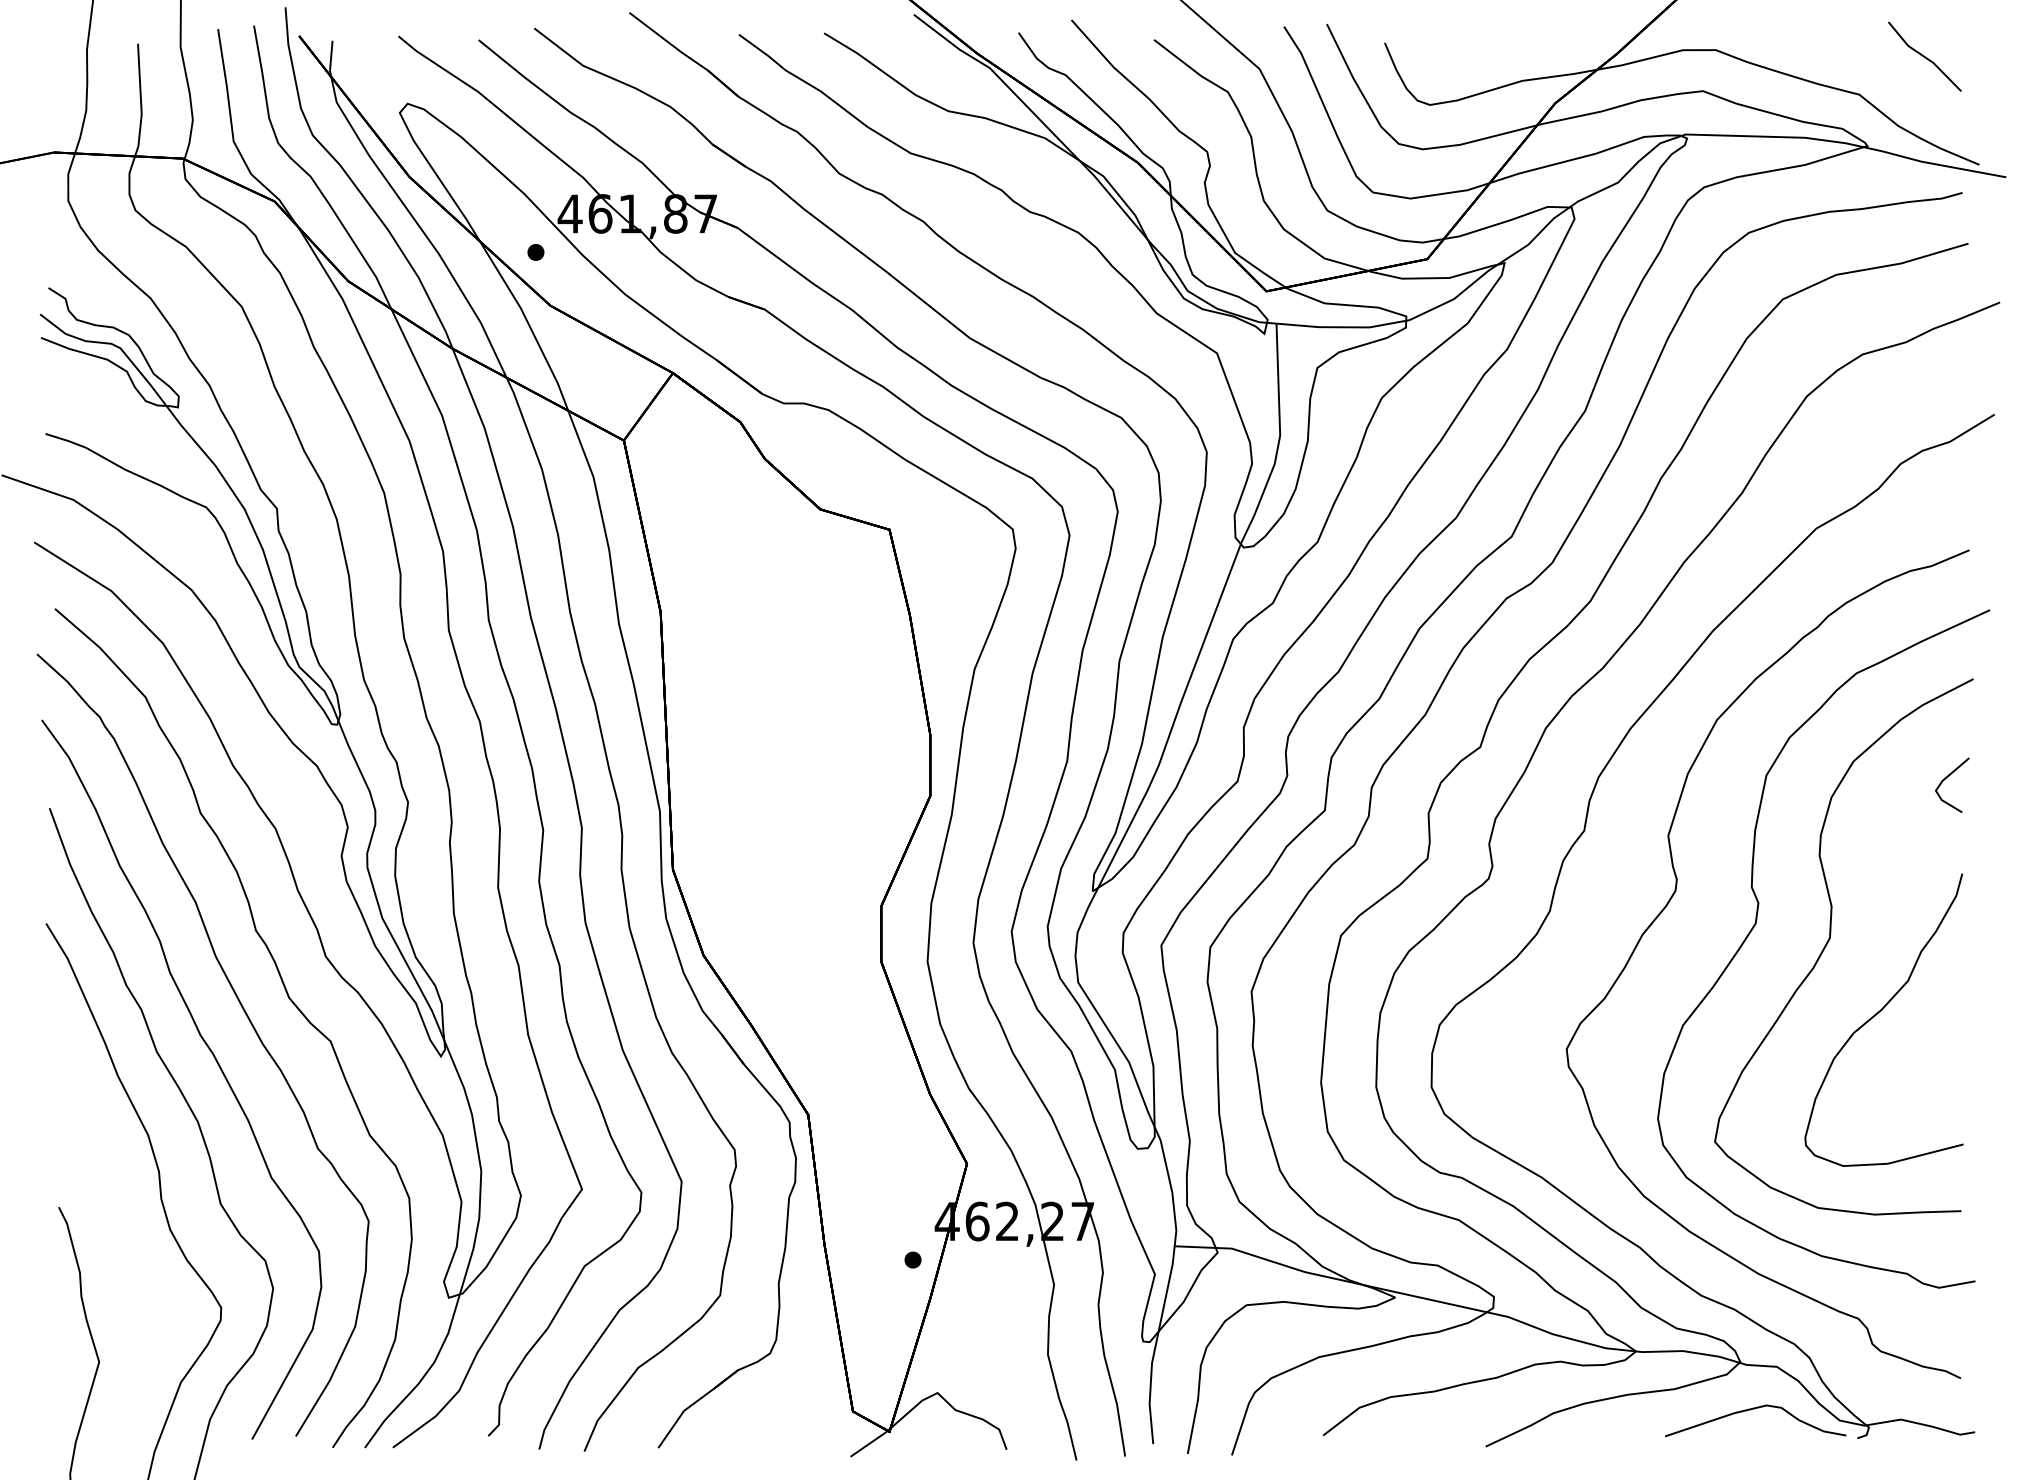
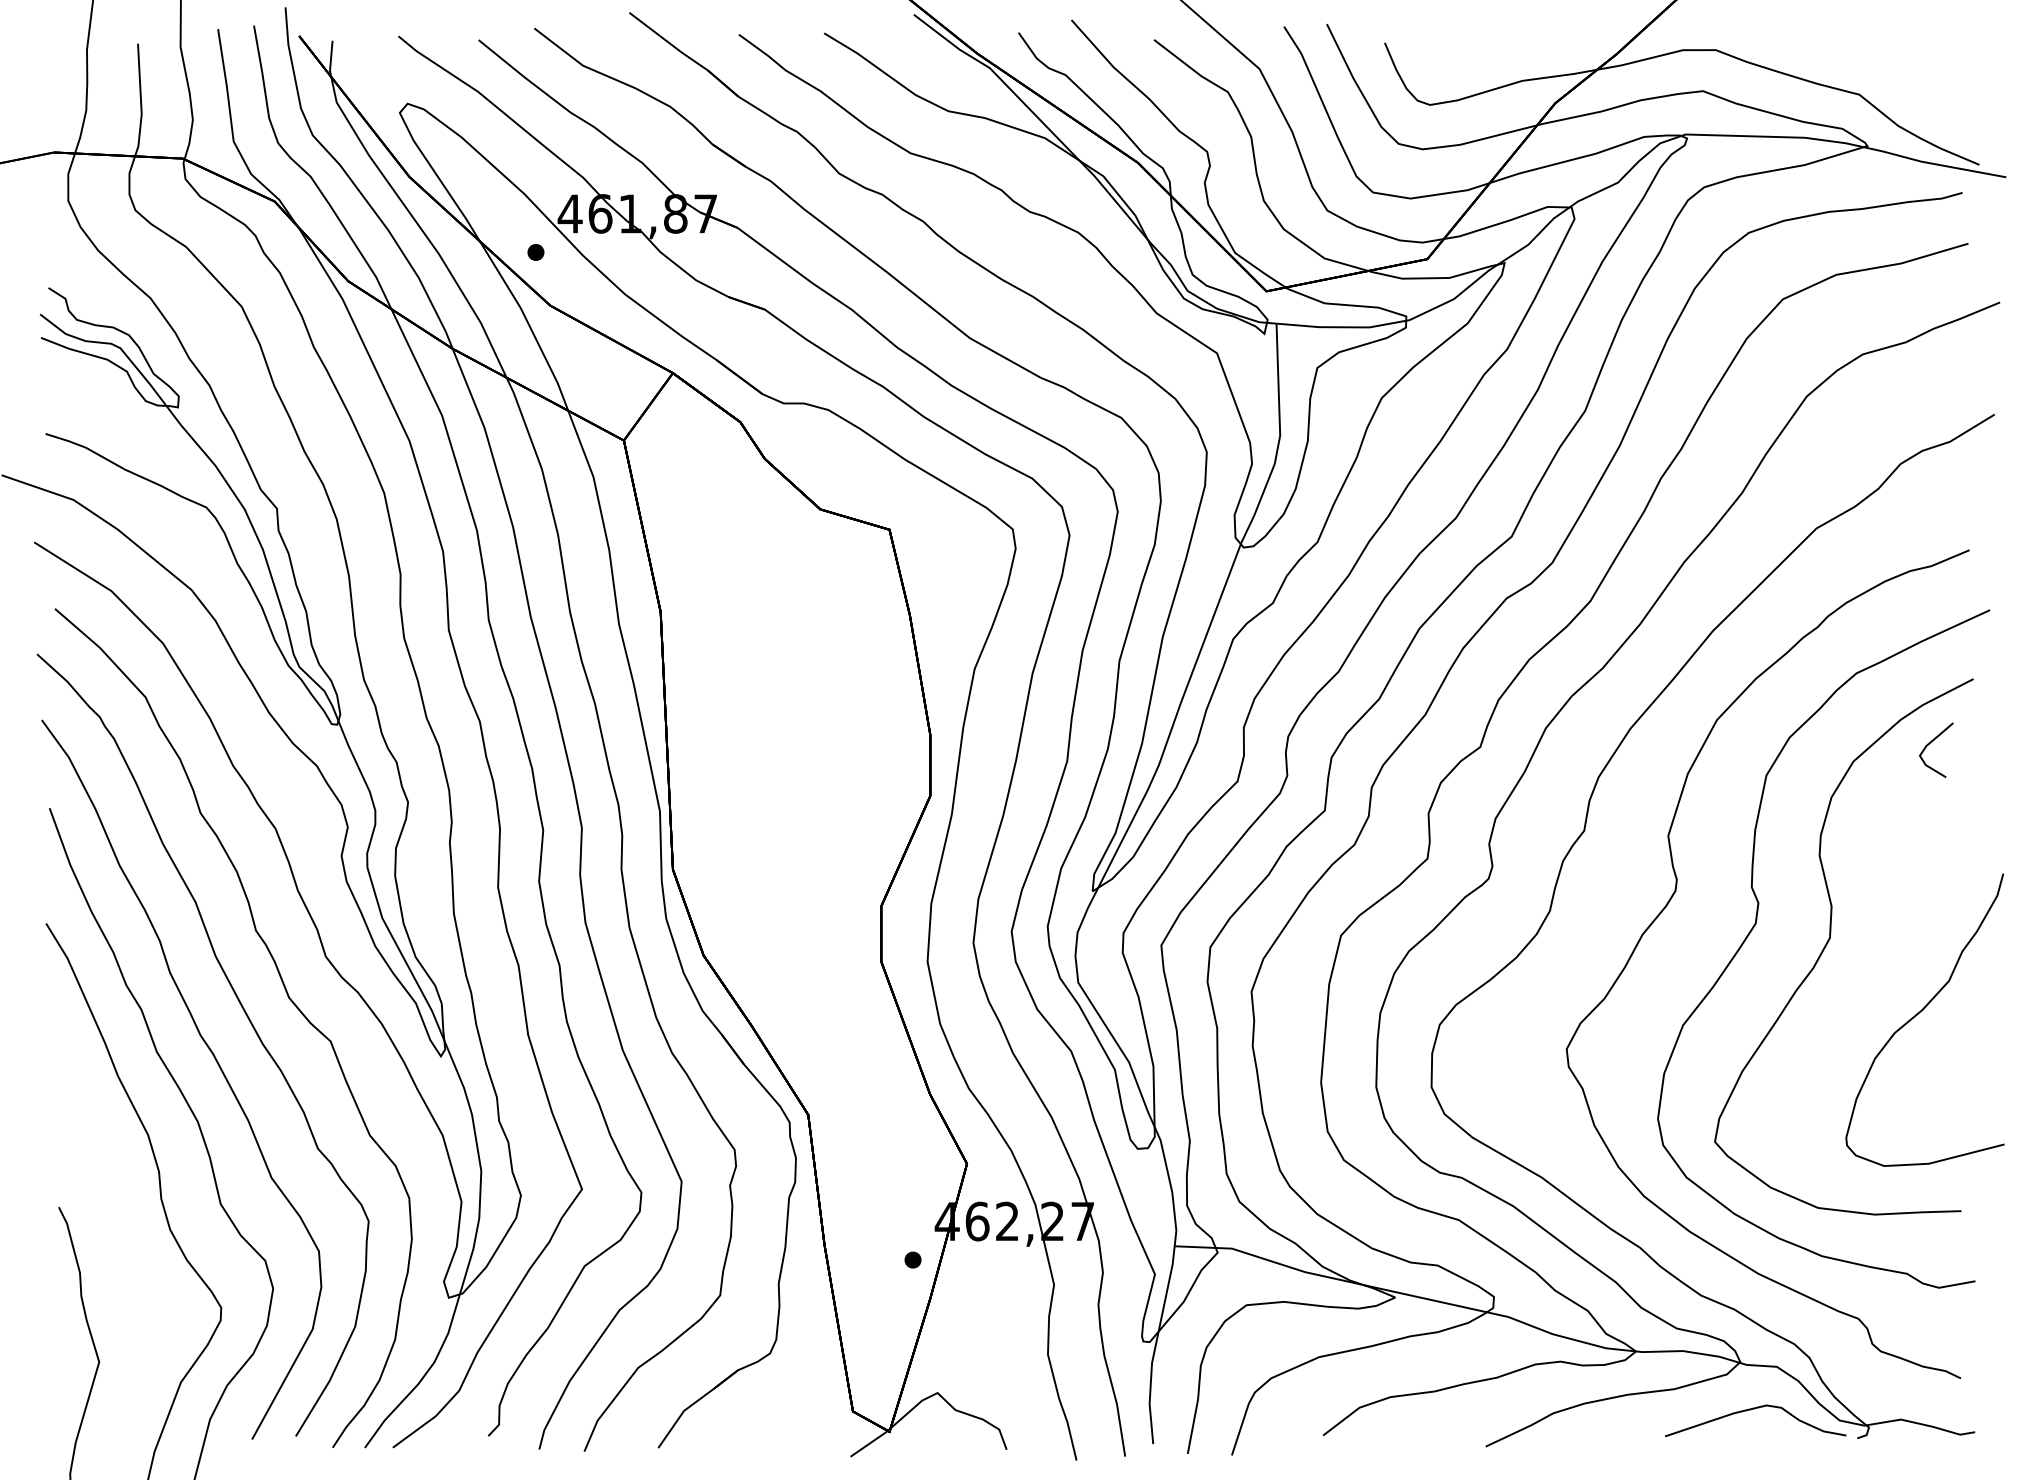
line at (1924, 56): present -> none
curve at (1948, 777) position: (1948, 777) -> (1932, 742)
curve at (1880, 1012) position: (1880, 1012) -> (1921, 1012)
